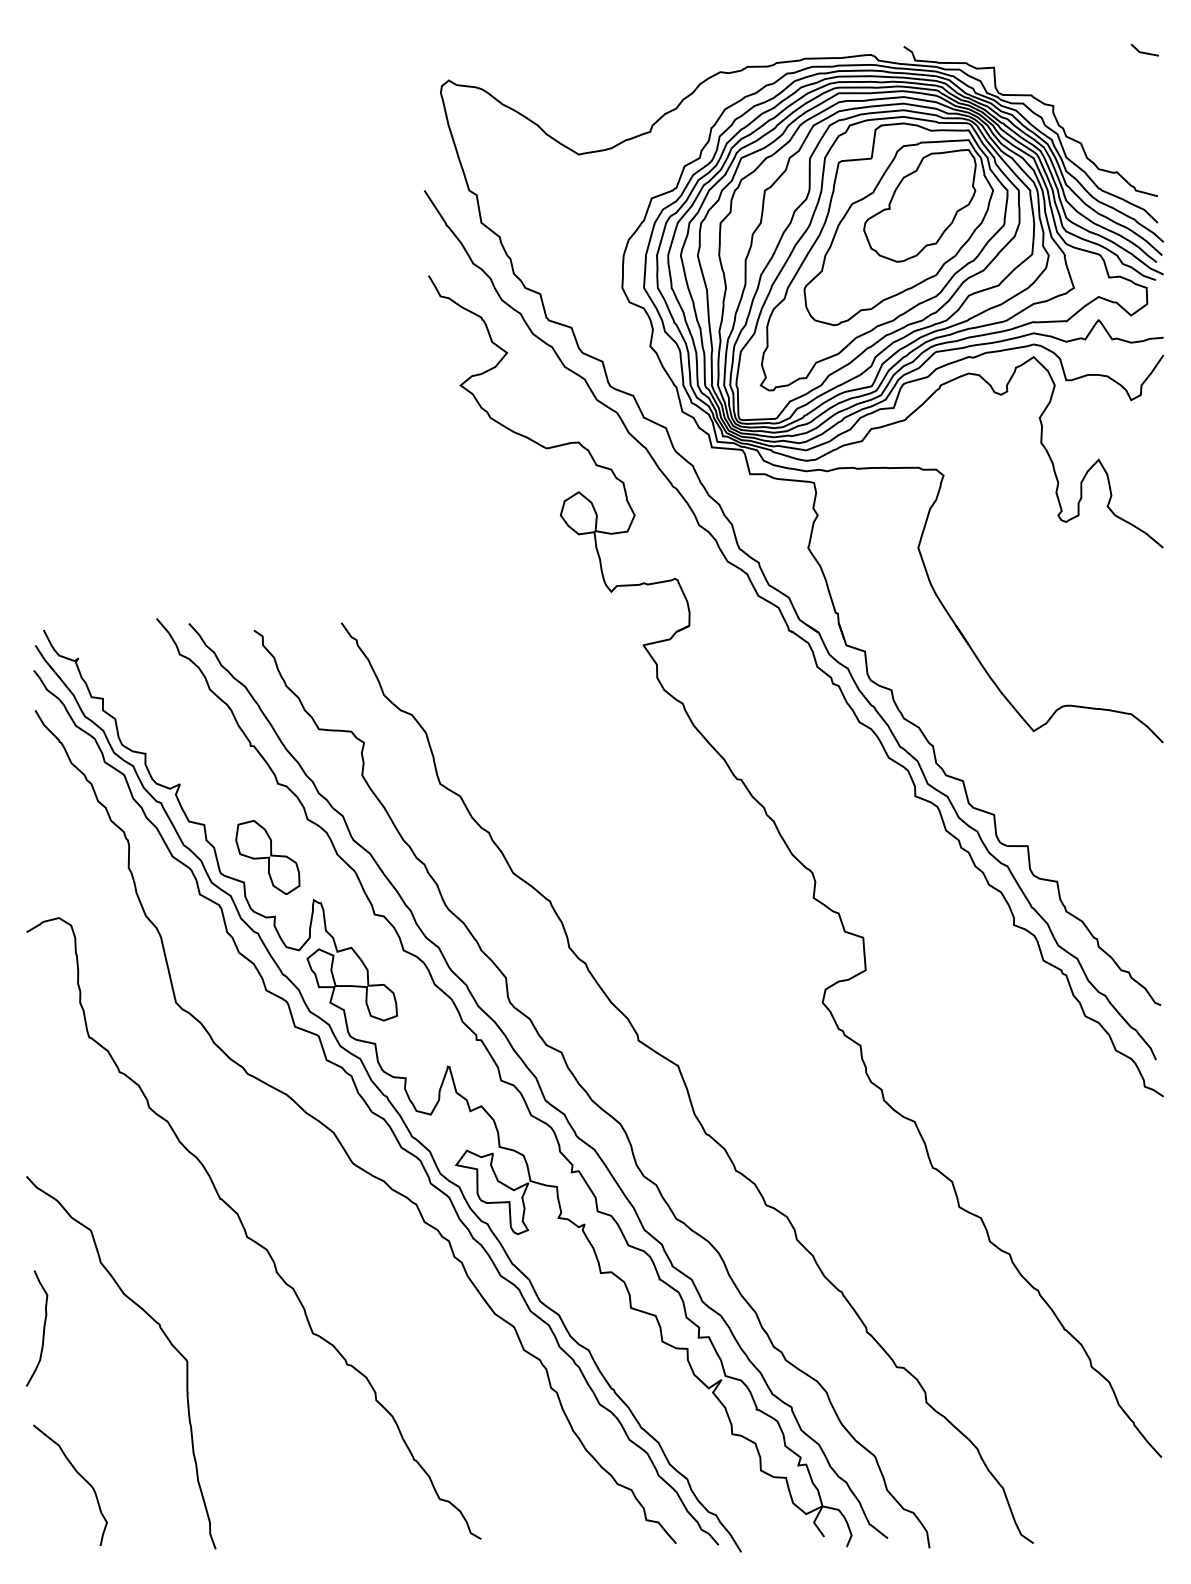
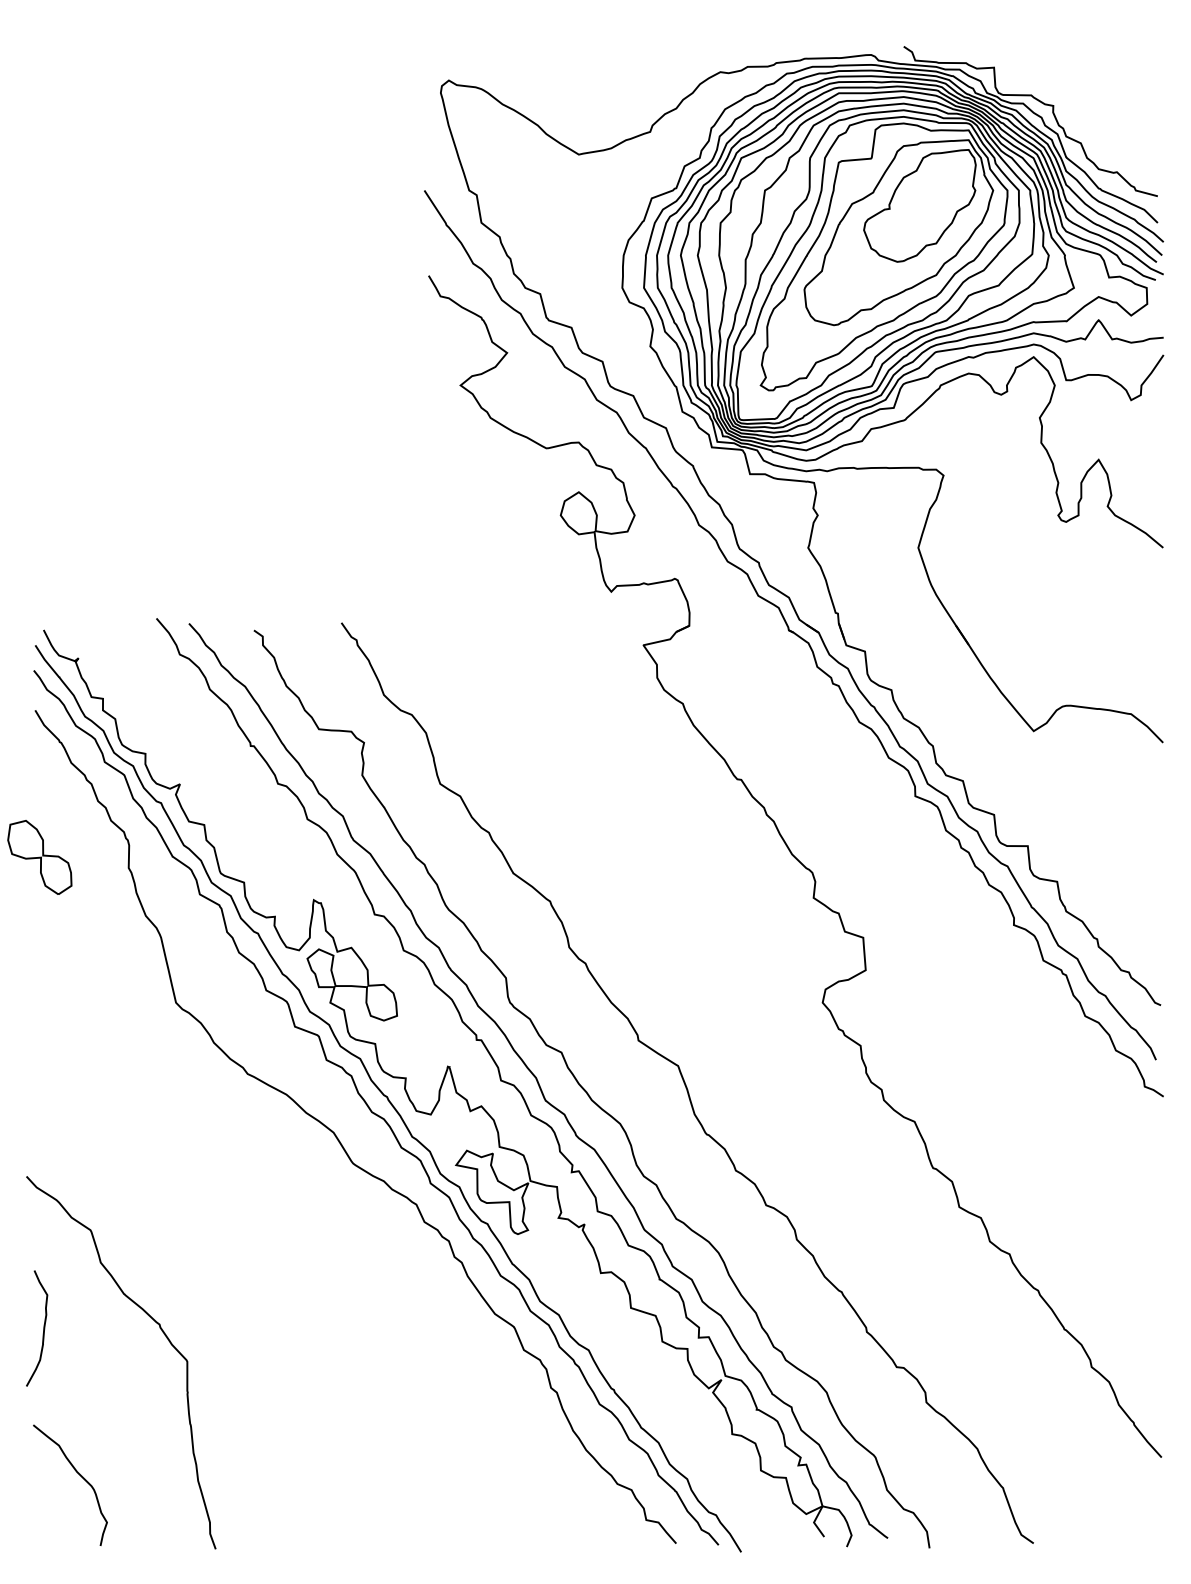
line at (1142, 51): present -> none
part at (267, 857) position: (267, 857) -> (39, 857)
curve at (246, 1231): present -> none
